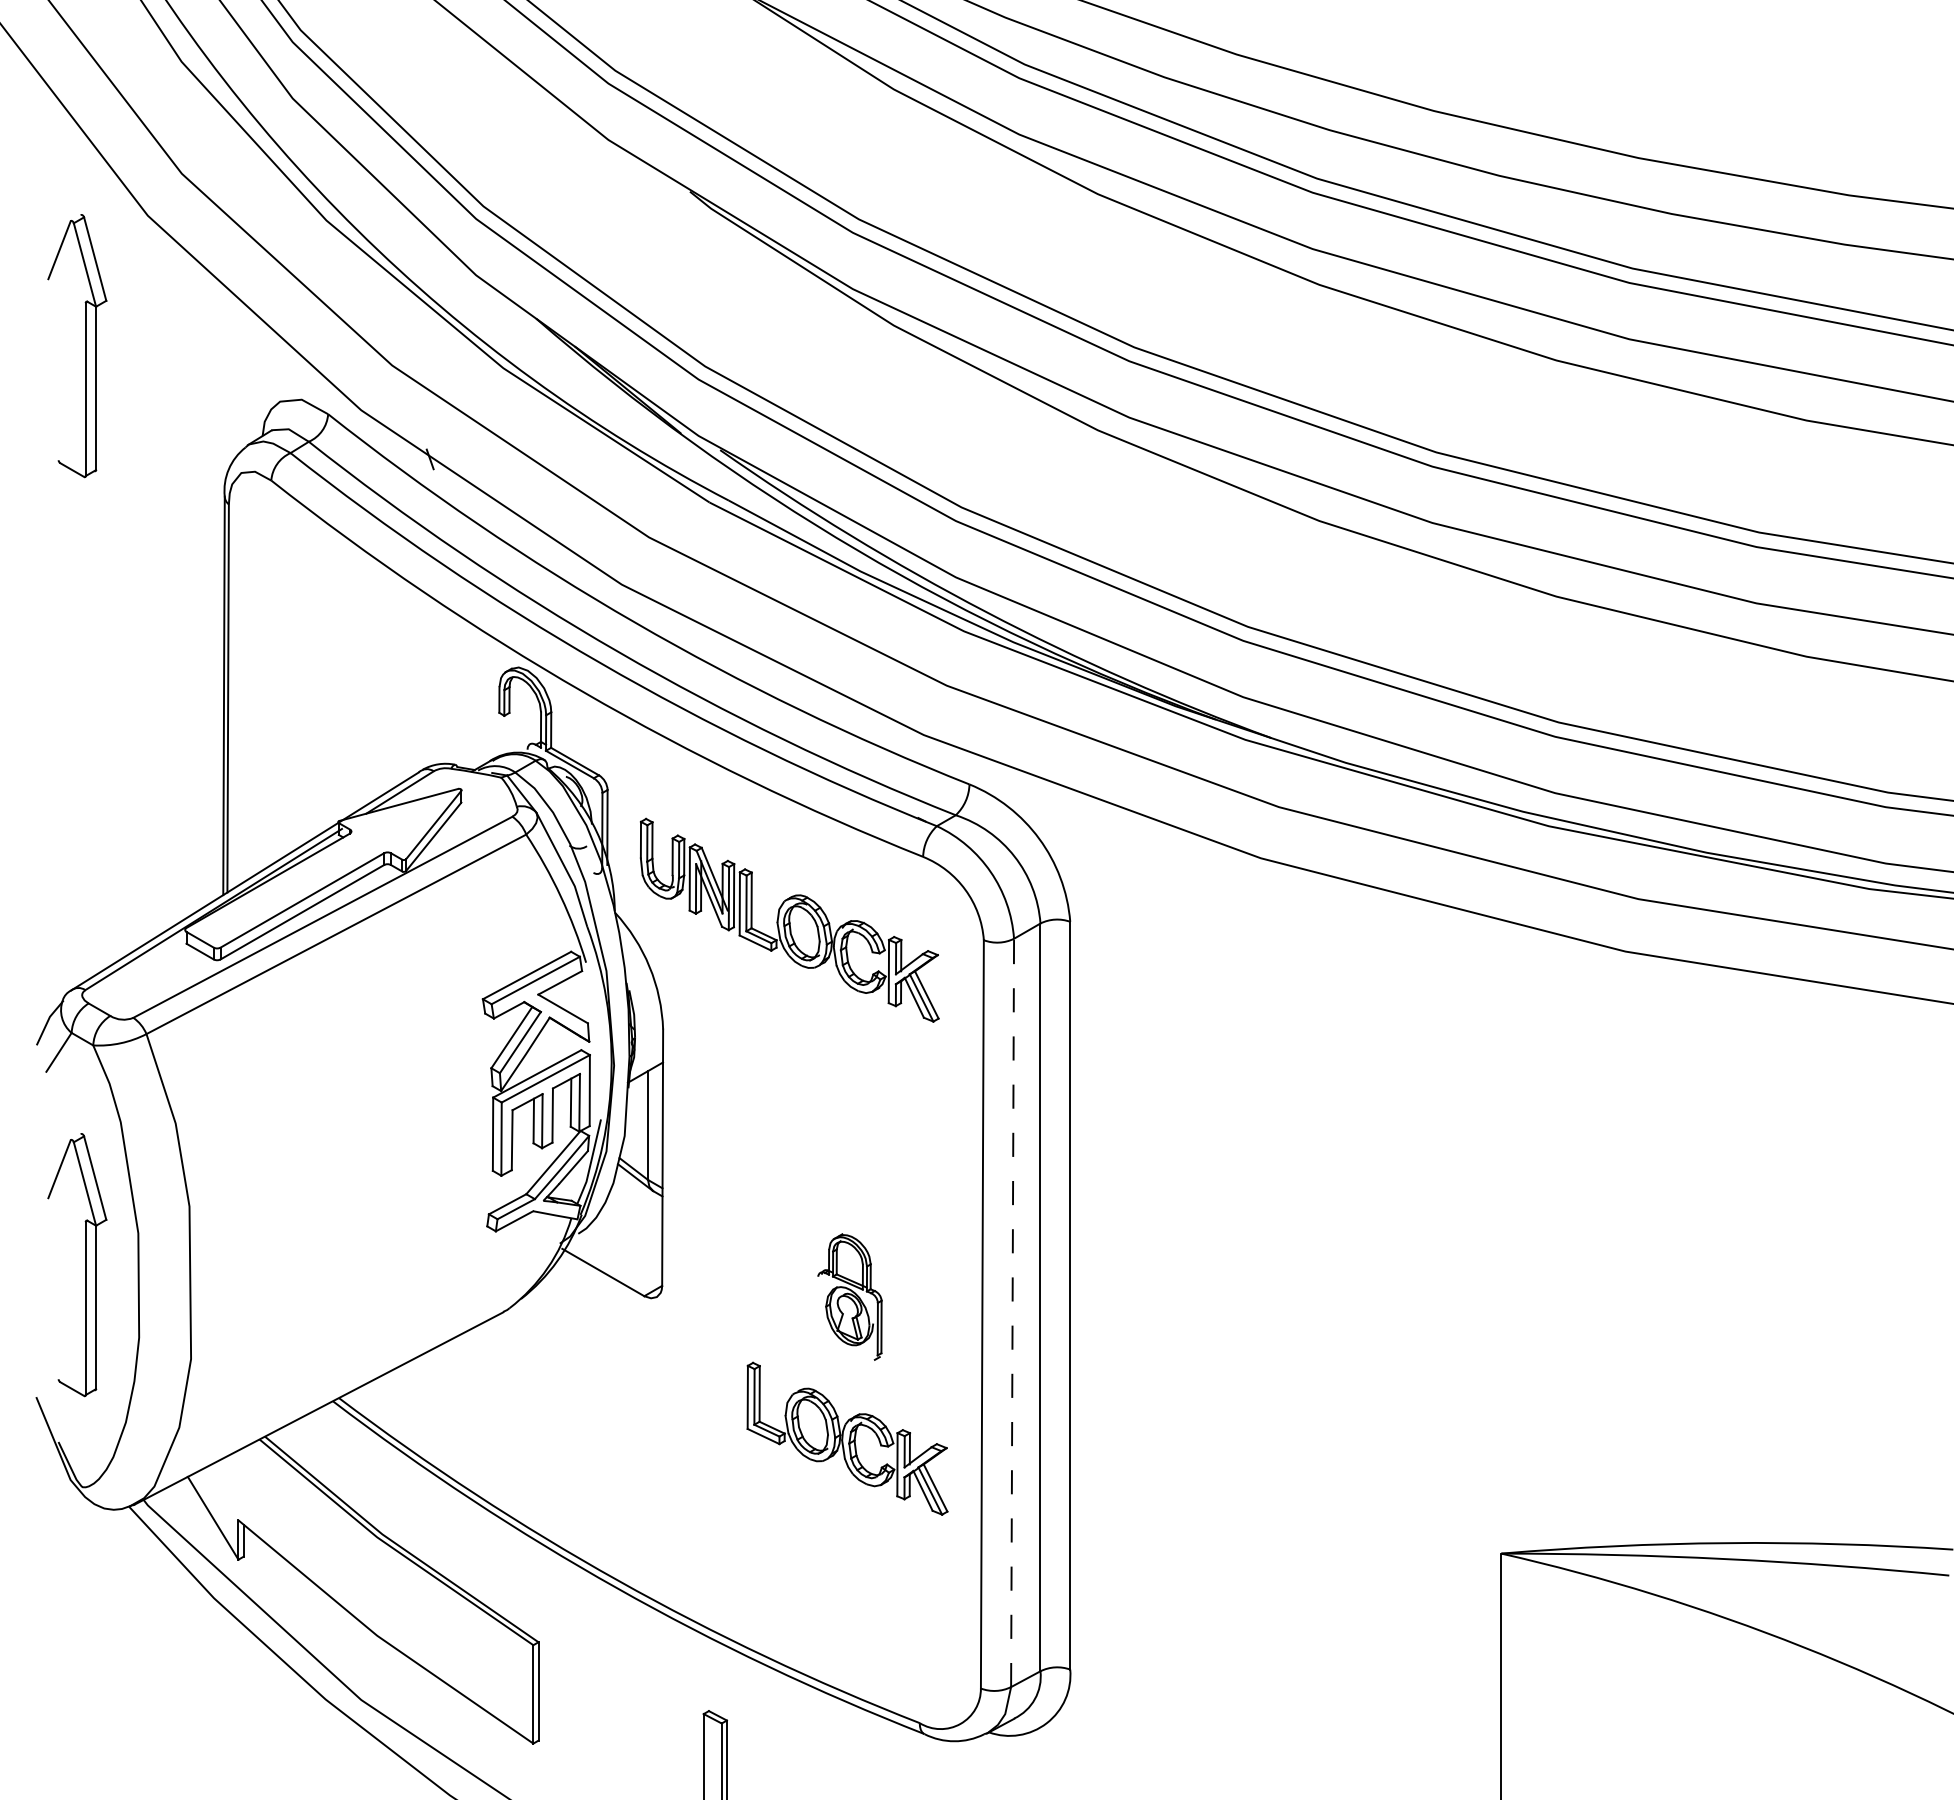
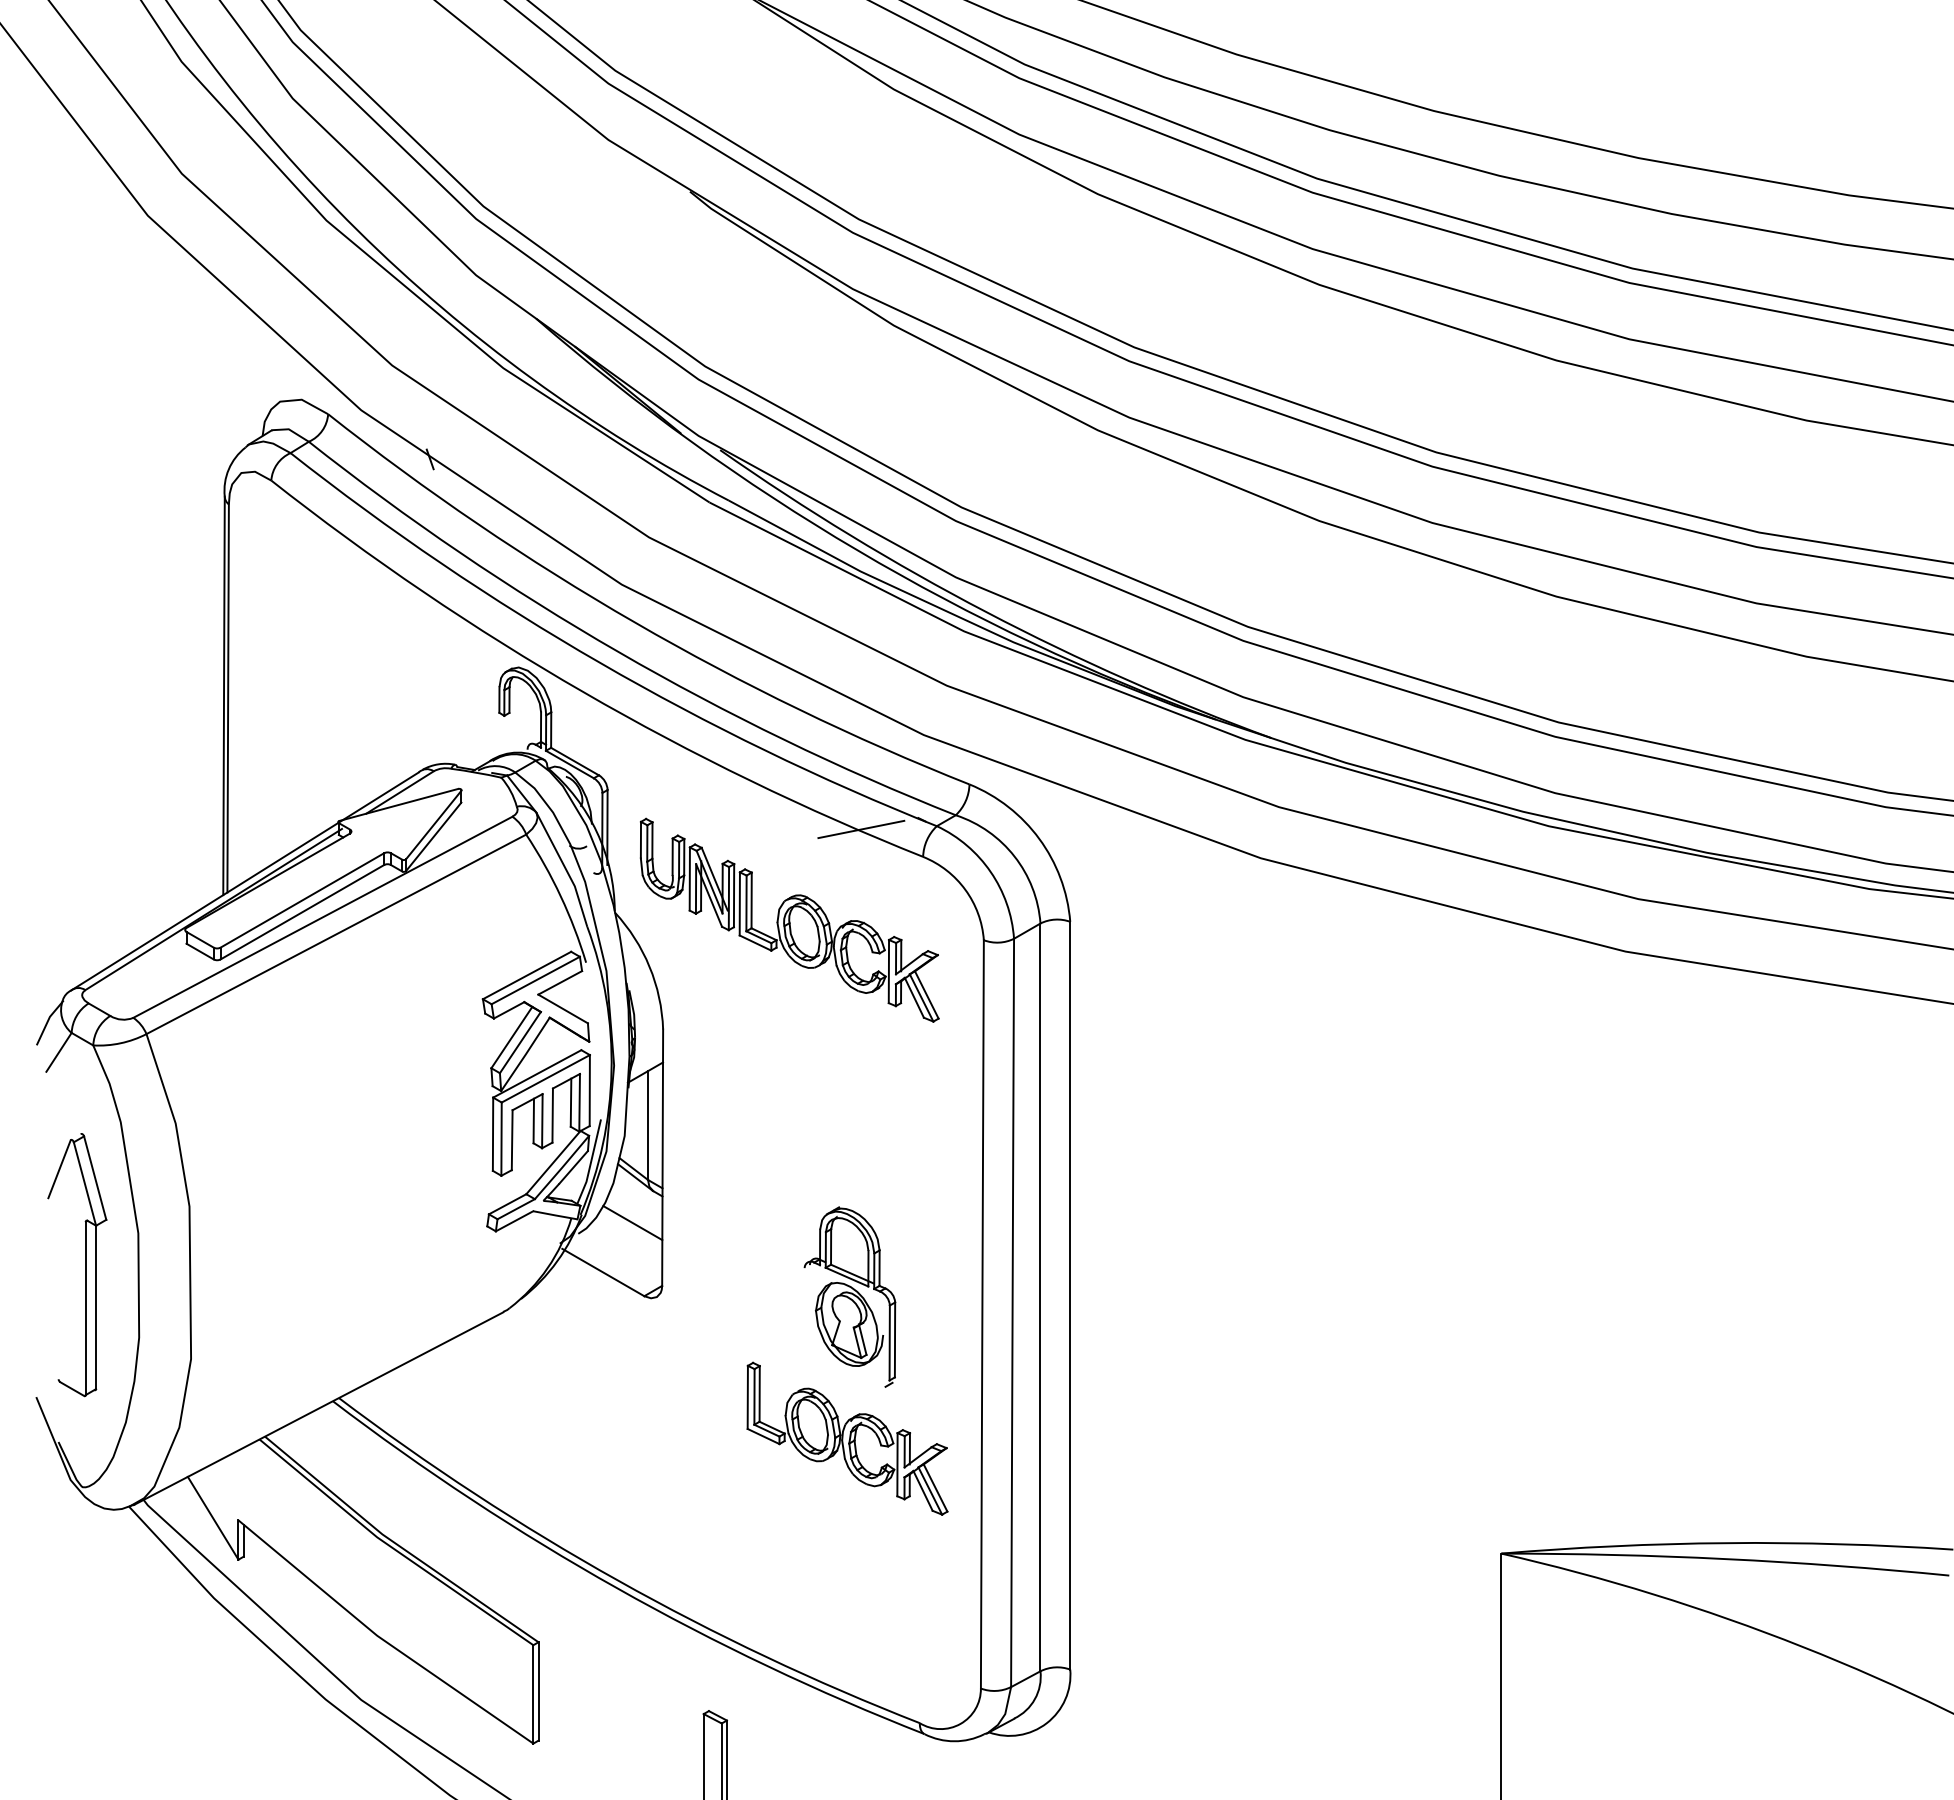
part at (85, 346): present -> none
line at (861, 829): none -> present
line at (632, 1223): none -> present
part at (849, 1296) size: 66x128 px -> 94x182 px
line at (1012, 1312): dashed -> solid
